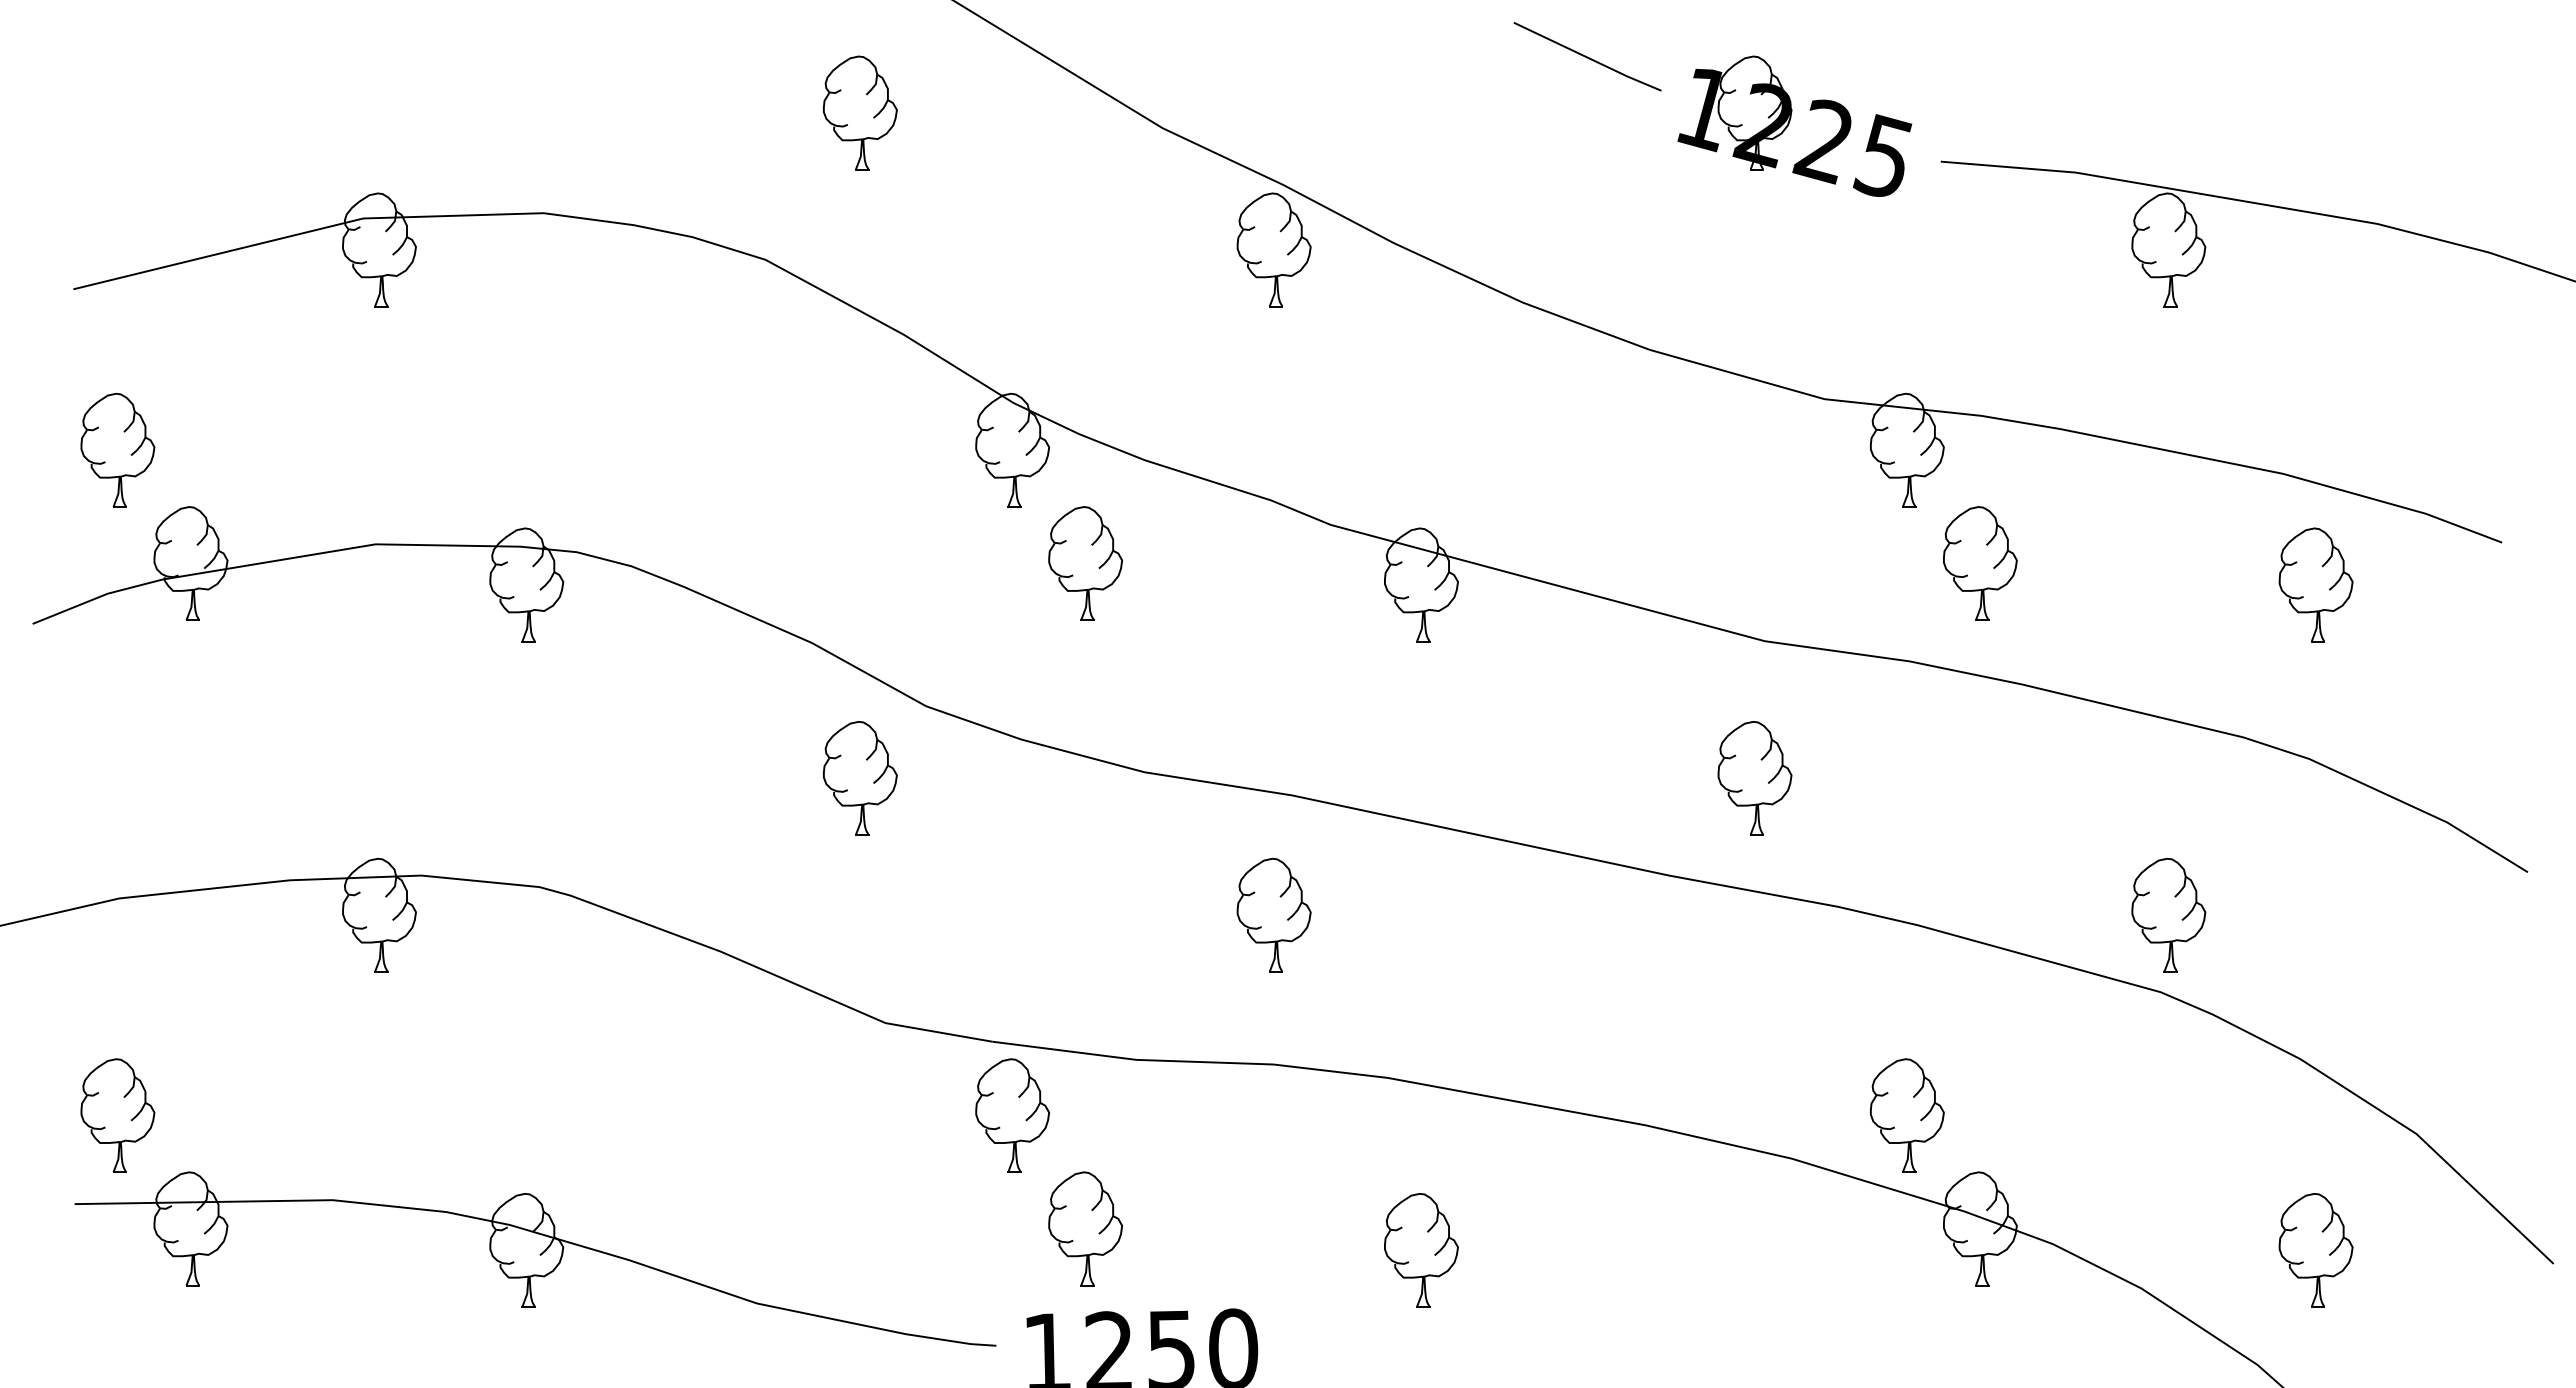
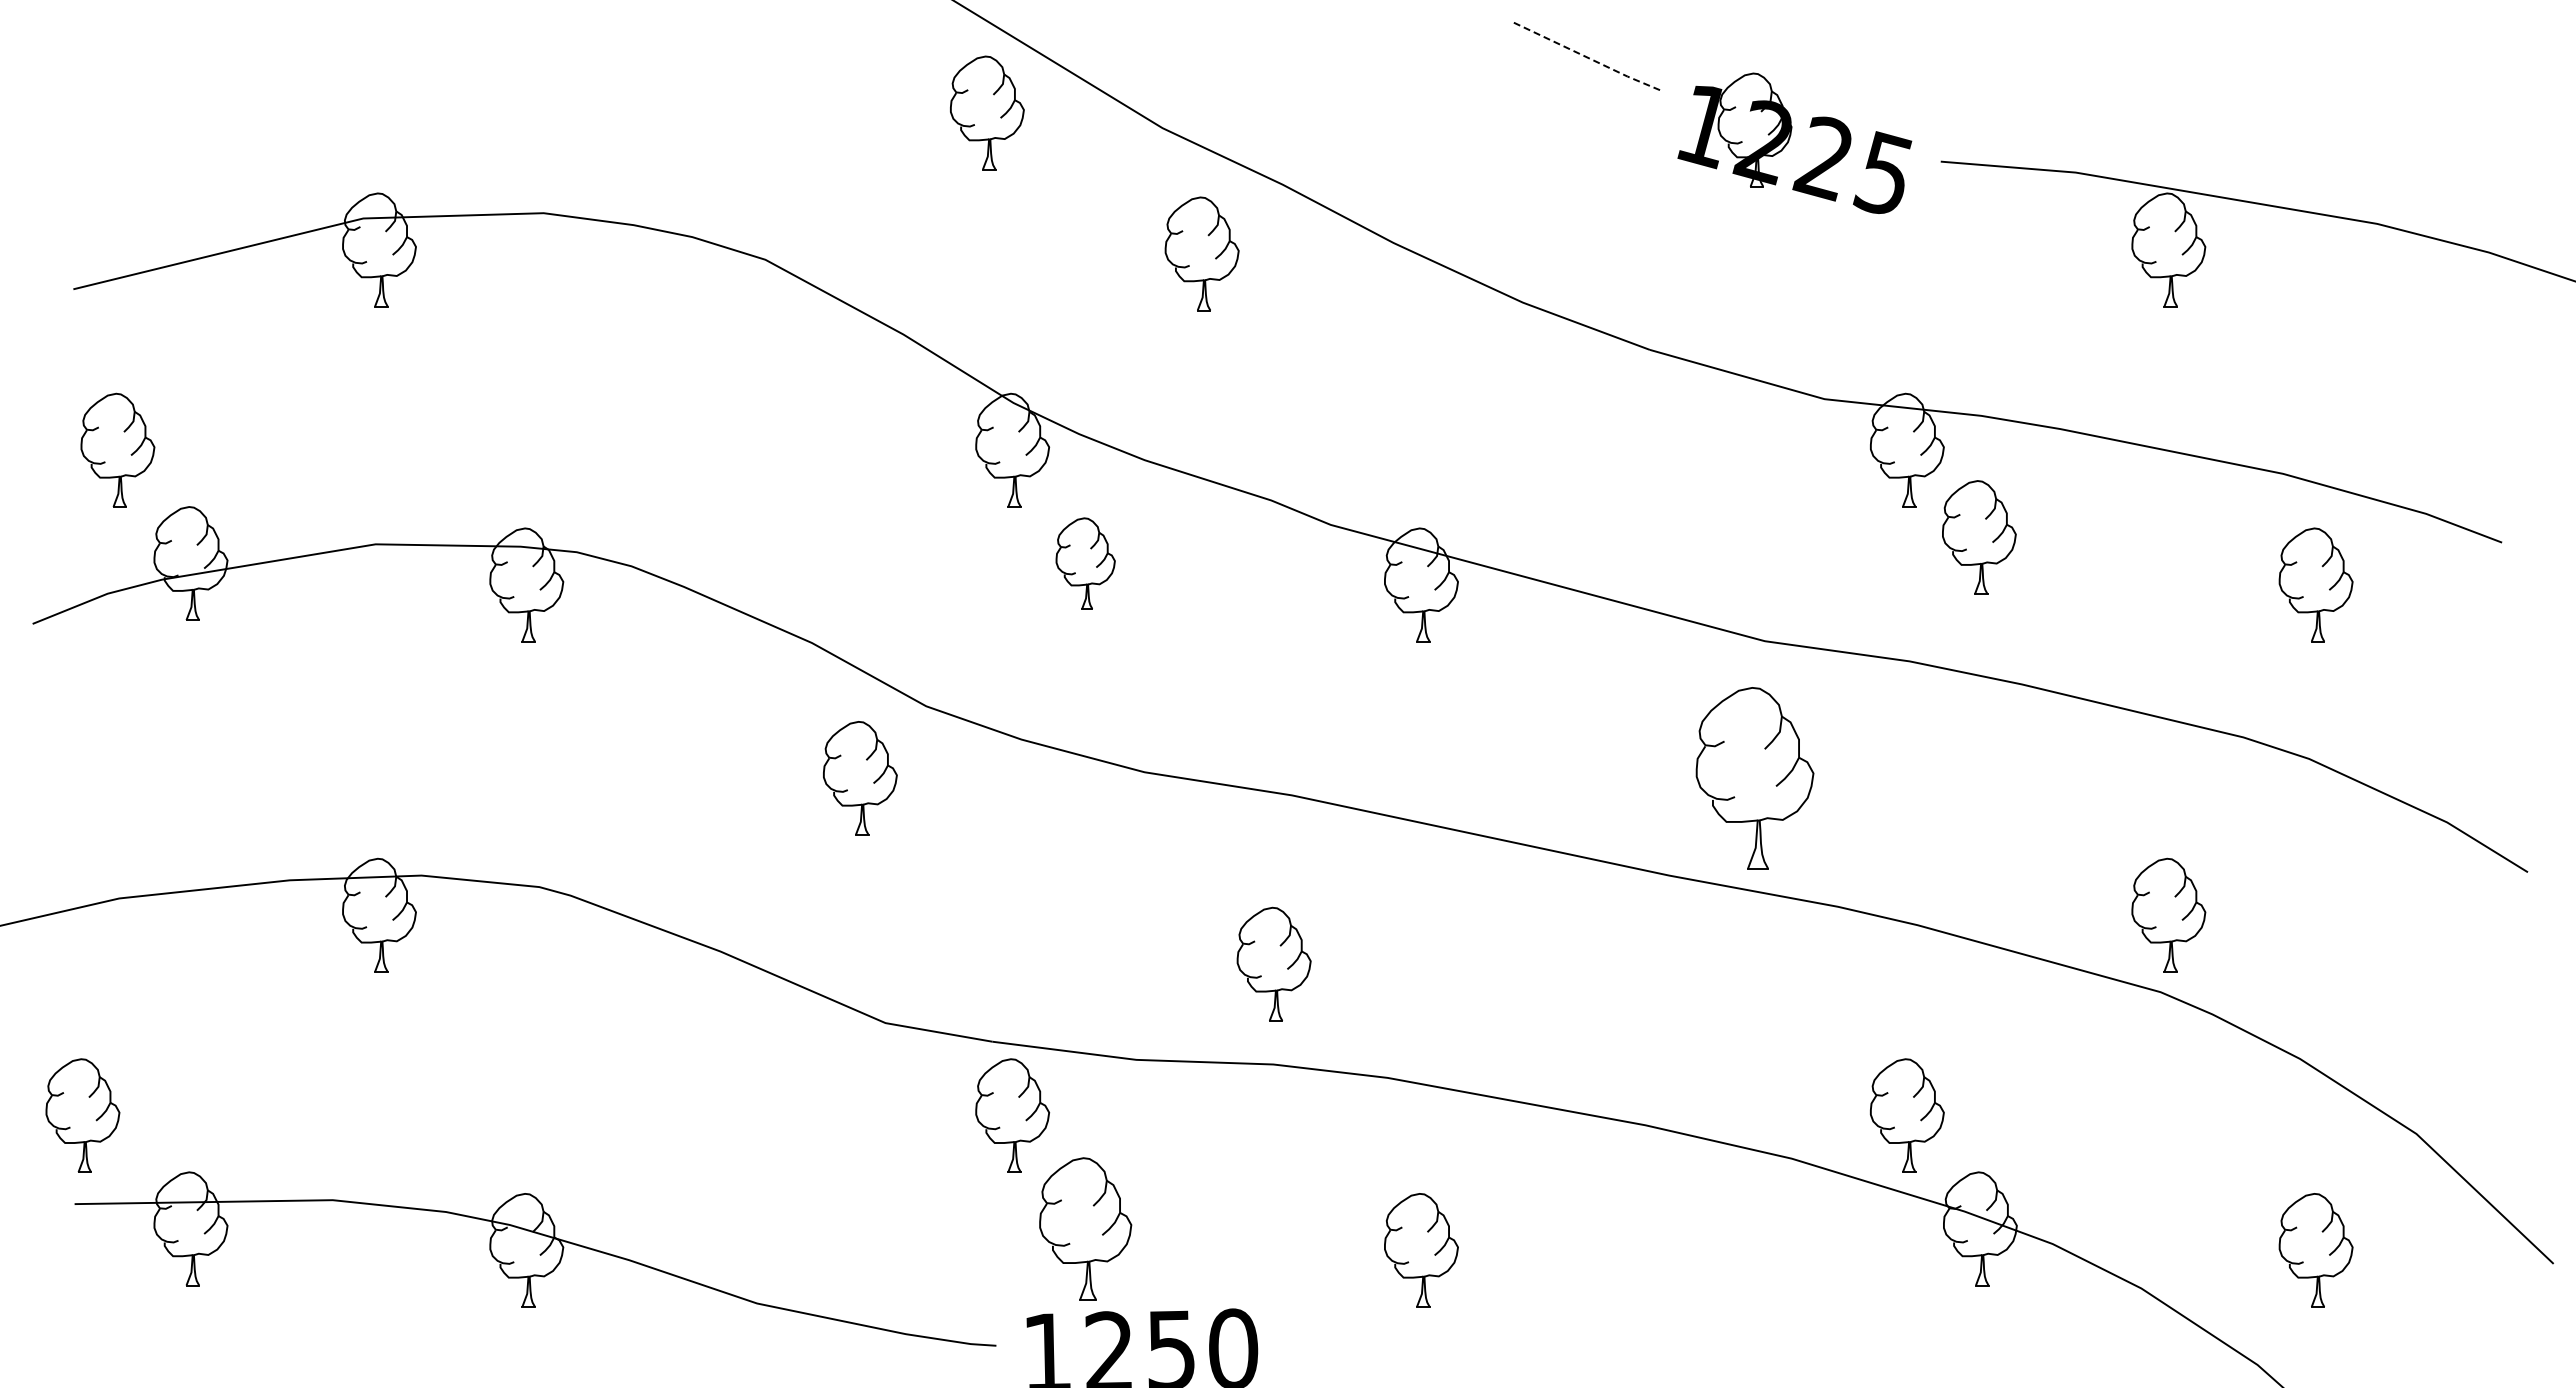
line at (1587, 57): solid -> dashed
part at (860, 112) position: (860, 112) -> (987, 112)
part at (1794, 125) position: (1794, 125) -> (1794, 142)
part at (1273, 249) position: (1273, 249) -> (1201, 253)
part at (1085, 563) size: 76x115 px -> 61x93 px
part at (1980, 563) position: (1980, 563) -> (1979, 537)
part at (1754, 778) size: 76x115 px -> 120x183 px
part at (1273, 914) position: (1273, 914) -> (1273, 963)
part at (117, 1115) position: (117, 1115) -> (82, 1115)
part at (1085, 1228) size: 75x116 px -> 94x144 px
